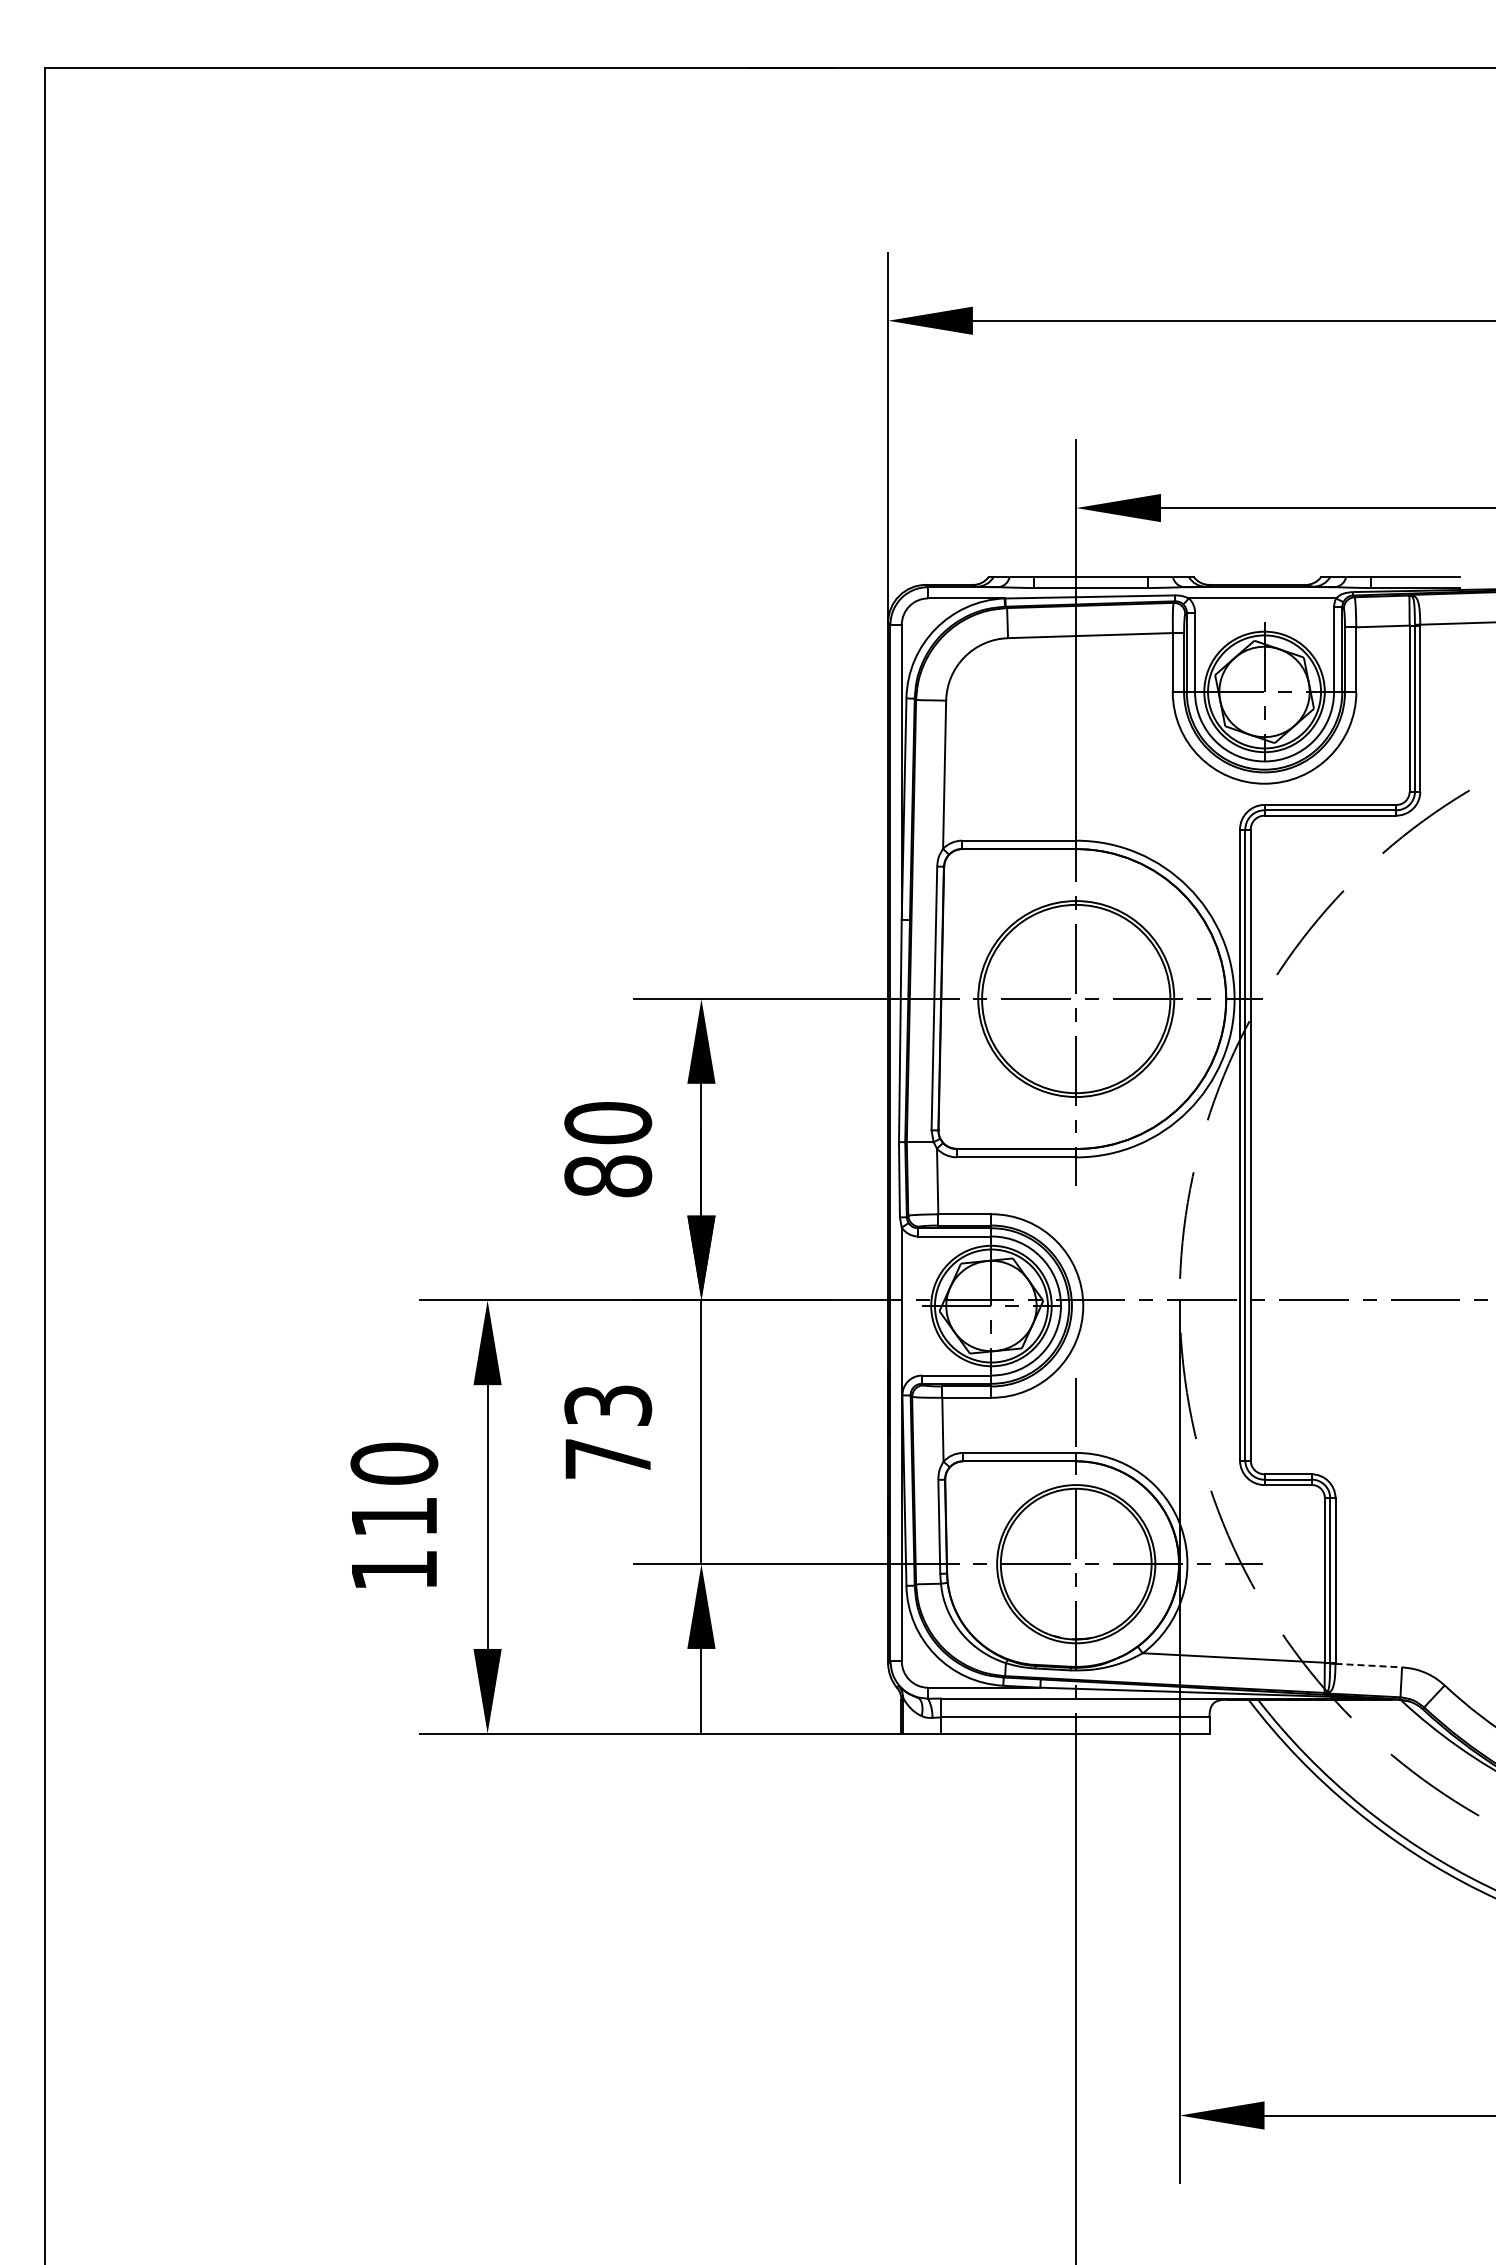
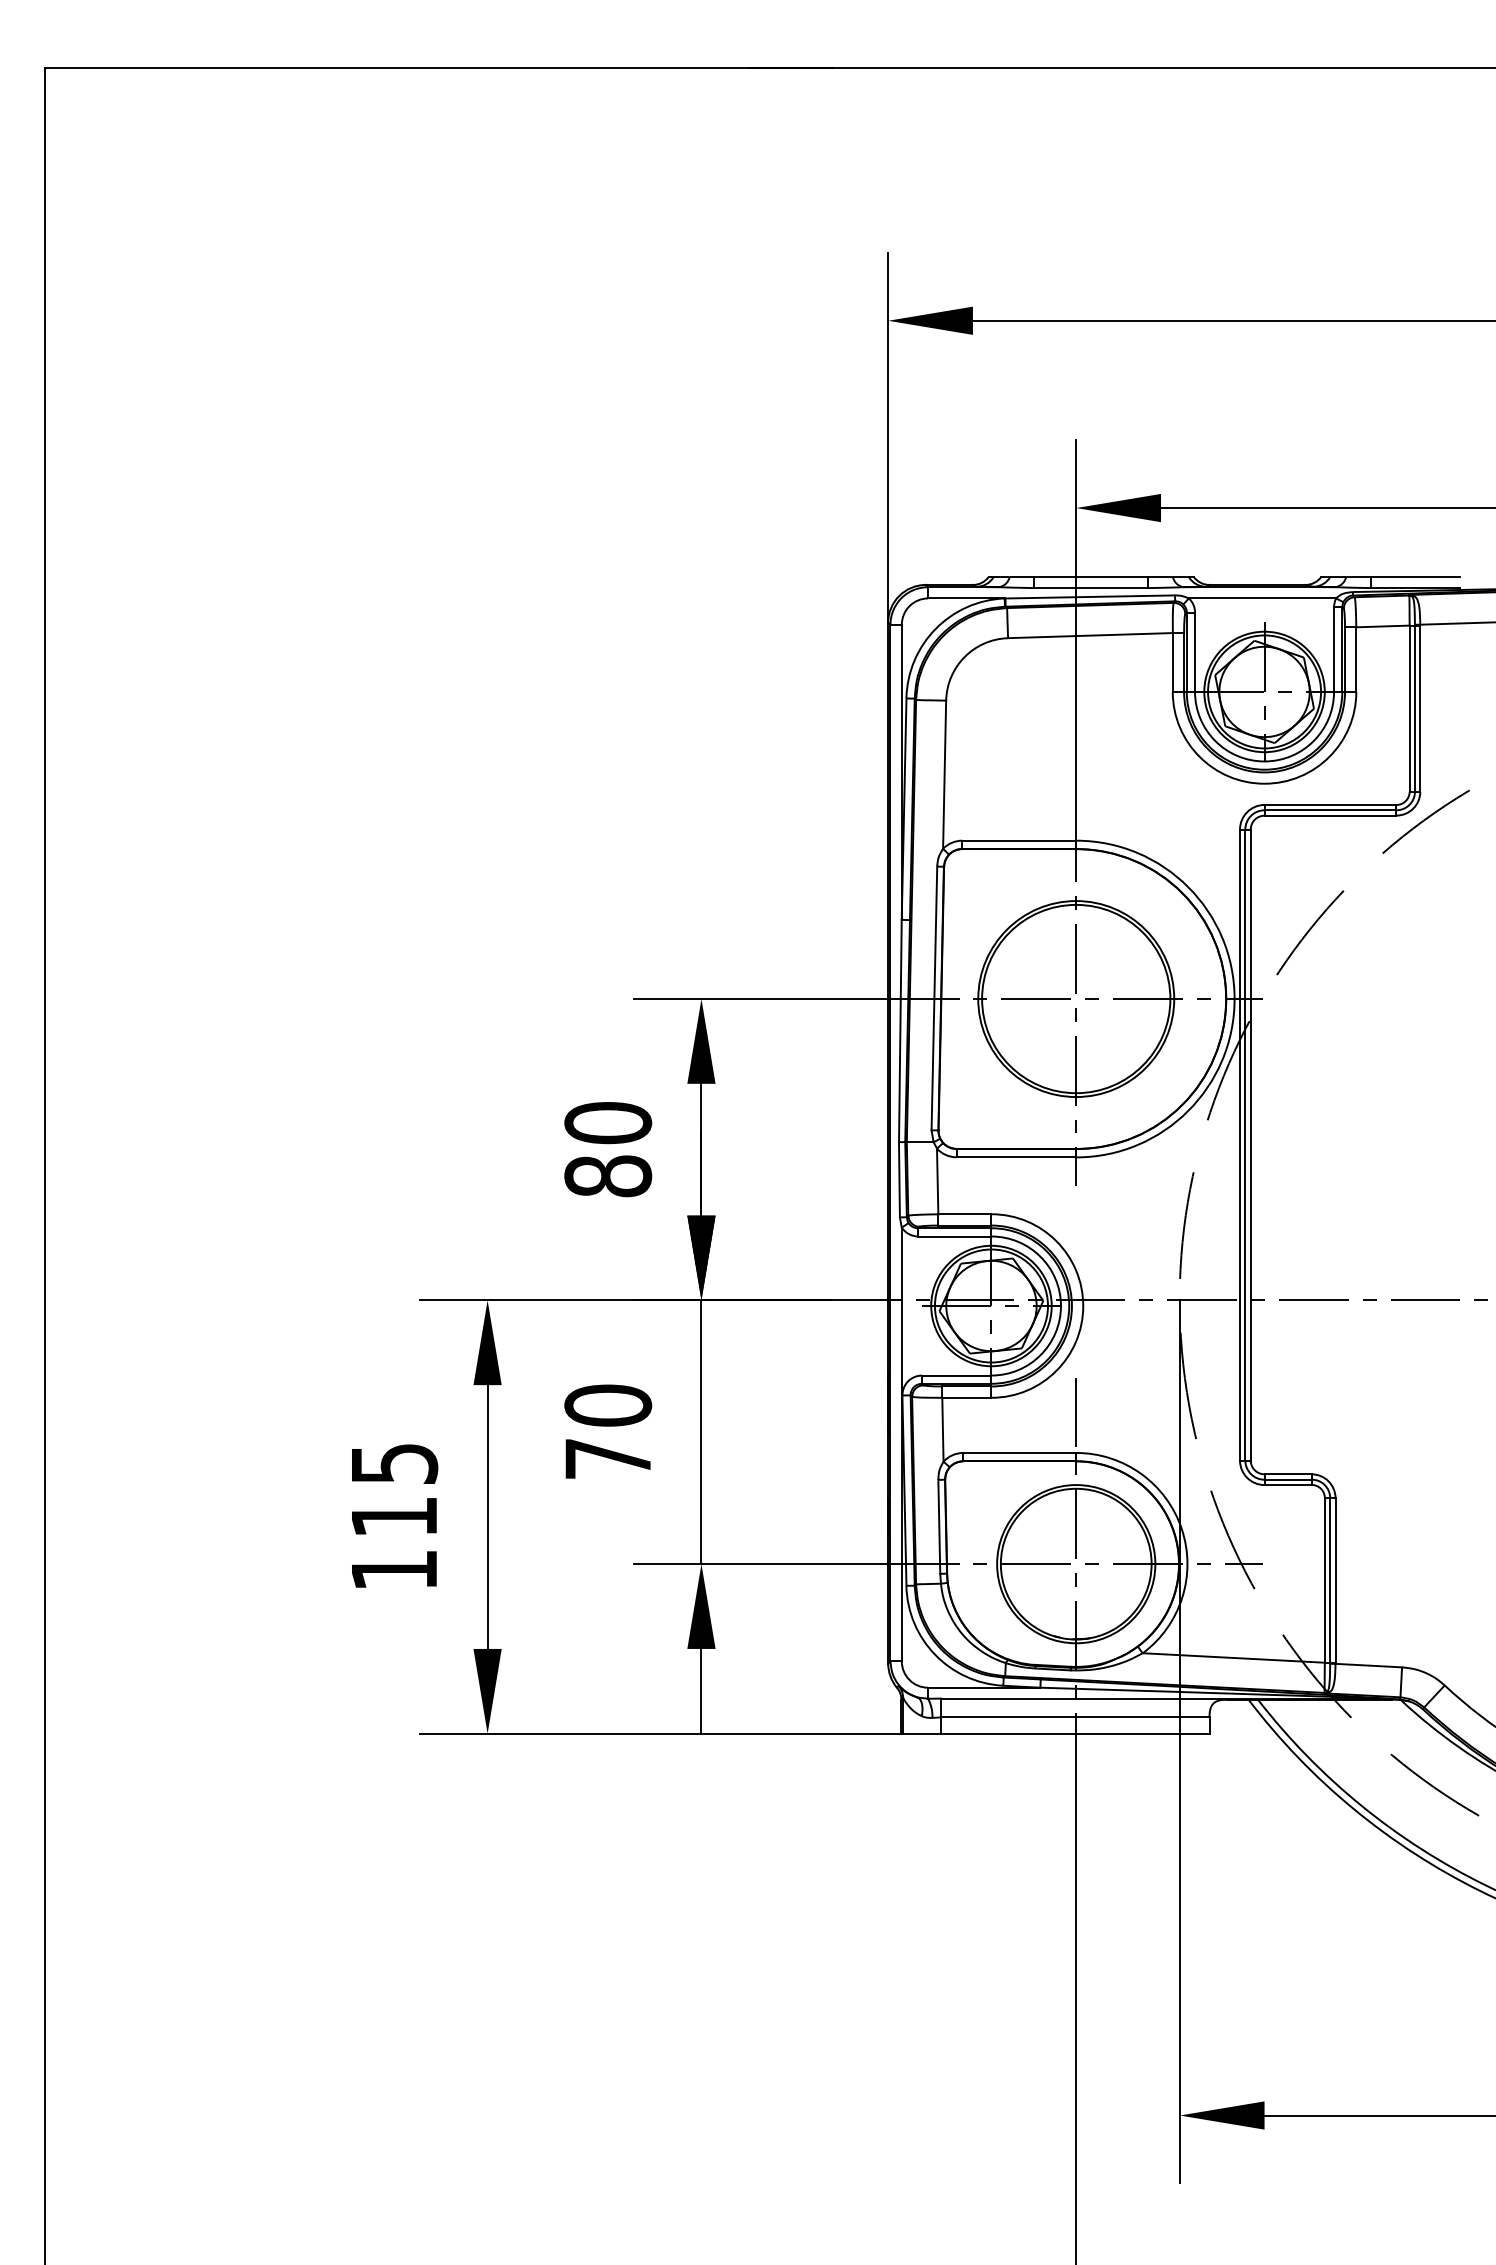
text at (608, 1405): 73 -> 70
text at (394, 1463): 110 -> 115
line at (1369, 1665): dashed -> solid
